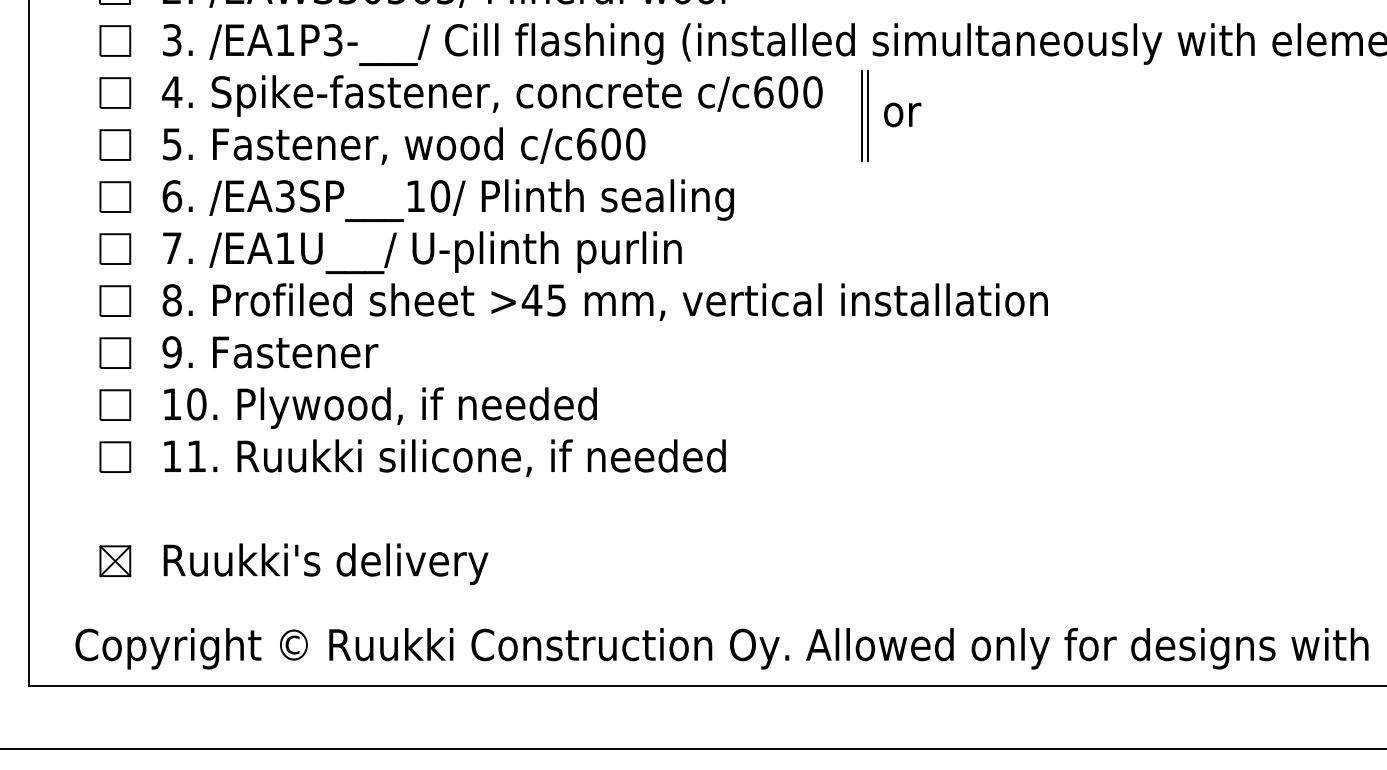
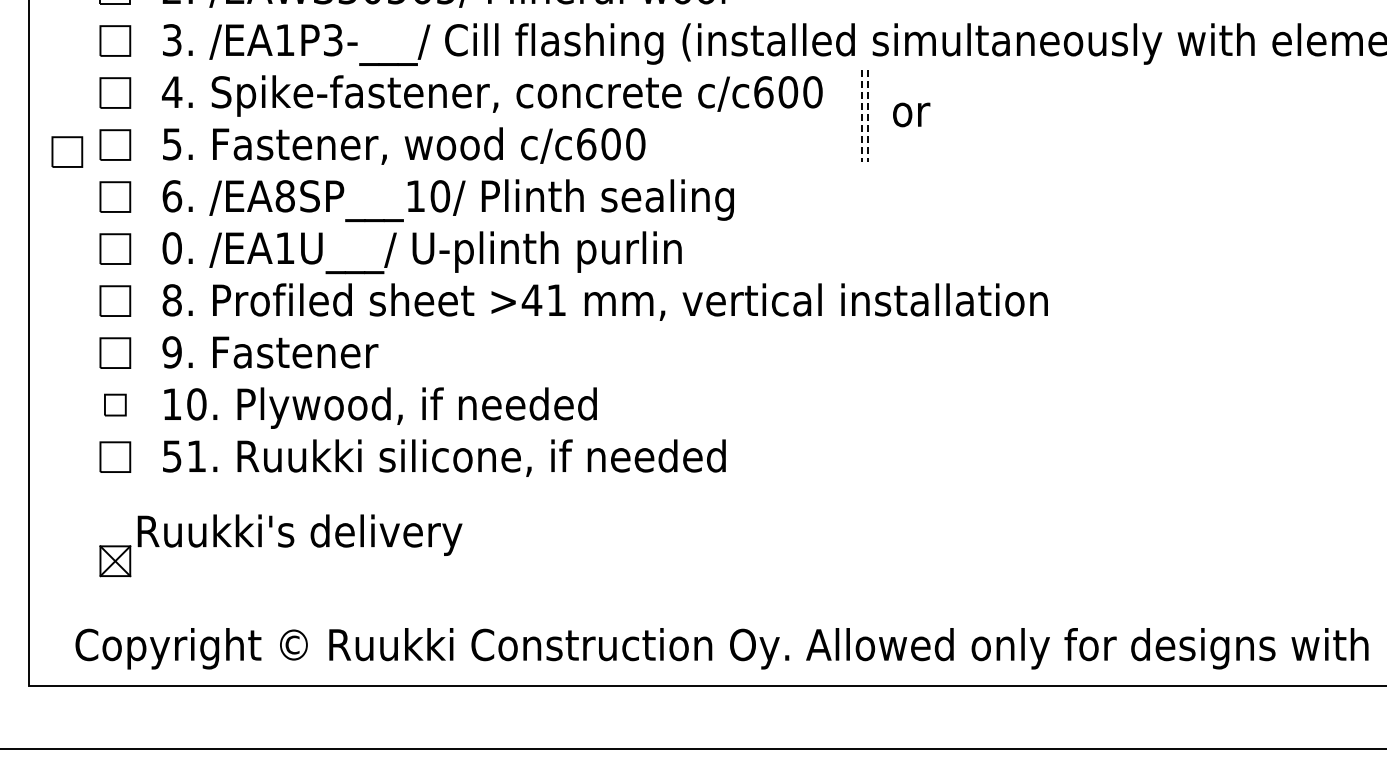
text at (902, 114) position: (902, 114) -> (911, 114)
line at (861, 115): solid -> dashed
line at (868, 115): solid -> dashed
part at (67, 151): none -> present
text at (284, 196): /EA3SP___10/ -> /EA8SP___10/
text at (171, 248): 7. -> 0.
text at (556, 300): 45 -> 41
part at (115, 404) size: 33x32 px -> 23x24 px
text at (172, 456): 11. -> 51.
text at (325, 563) position: (325, 563) -> (299, 534)
